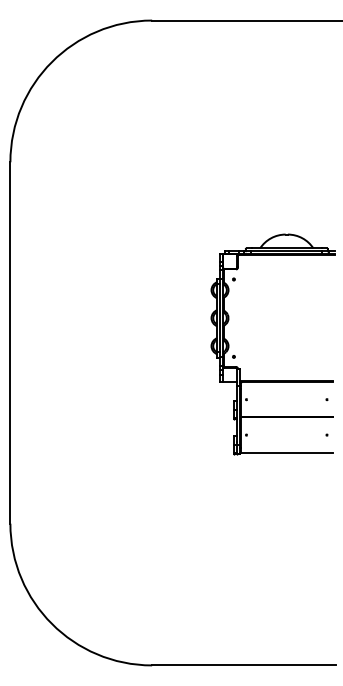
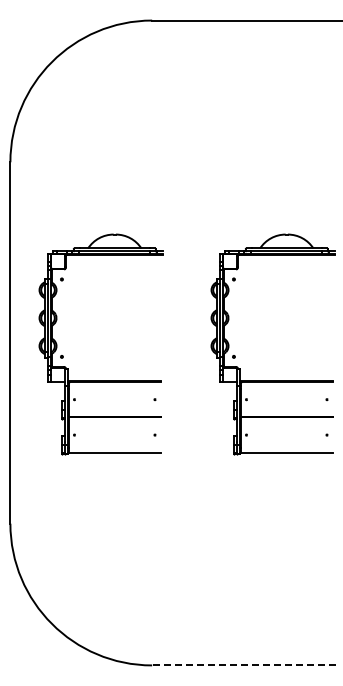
part at (100, 380): none -> present
line at (243, 665): solid -> dashed
